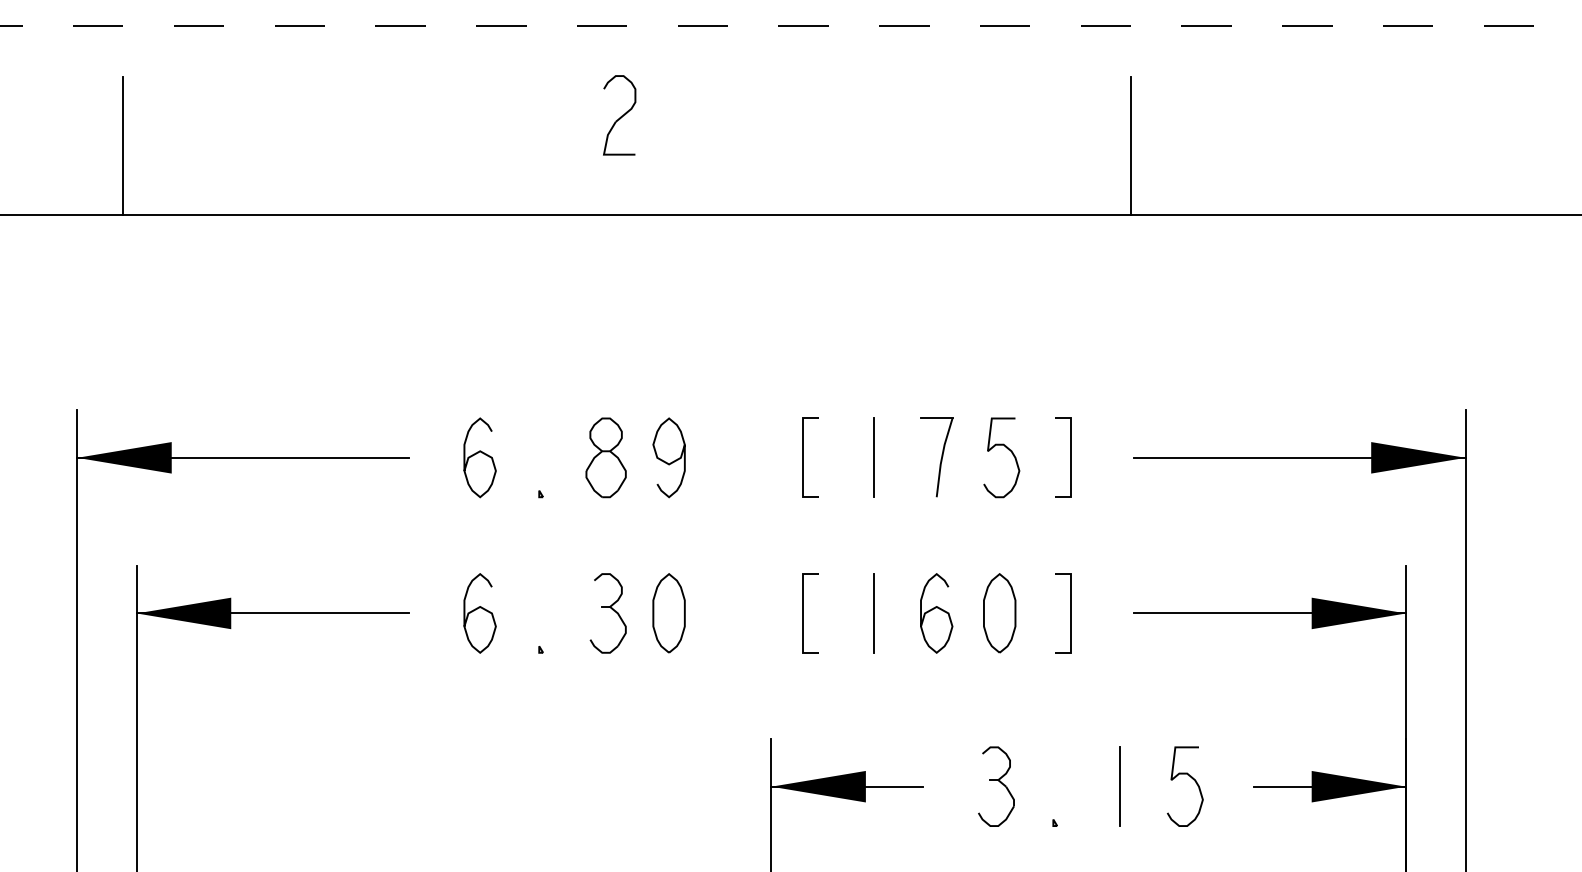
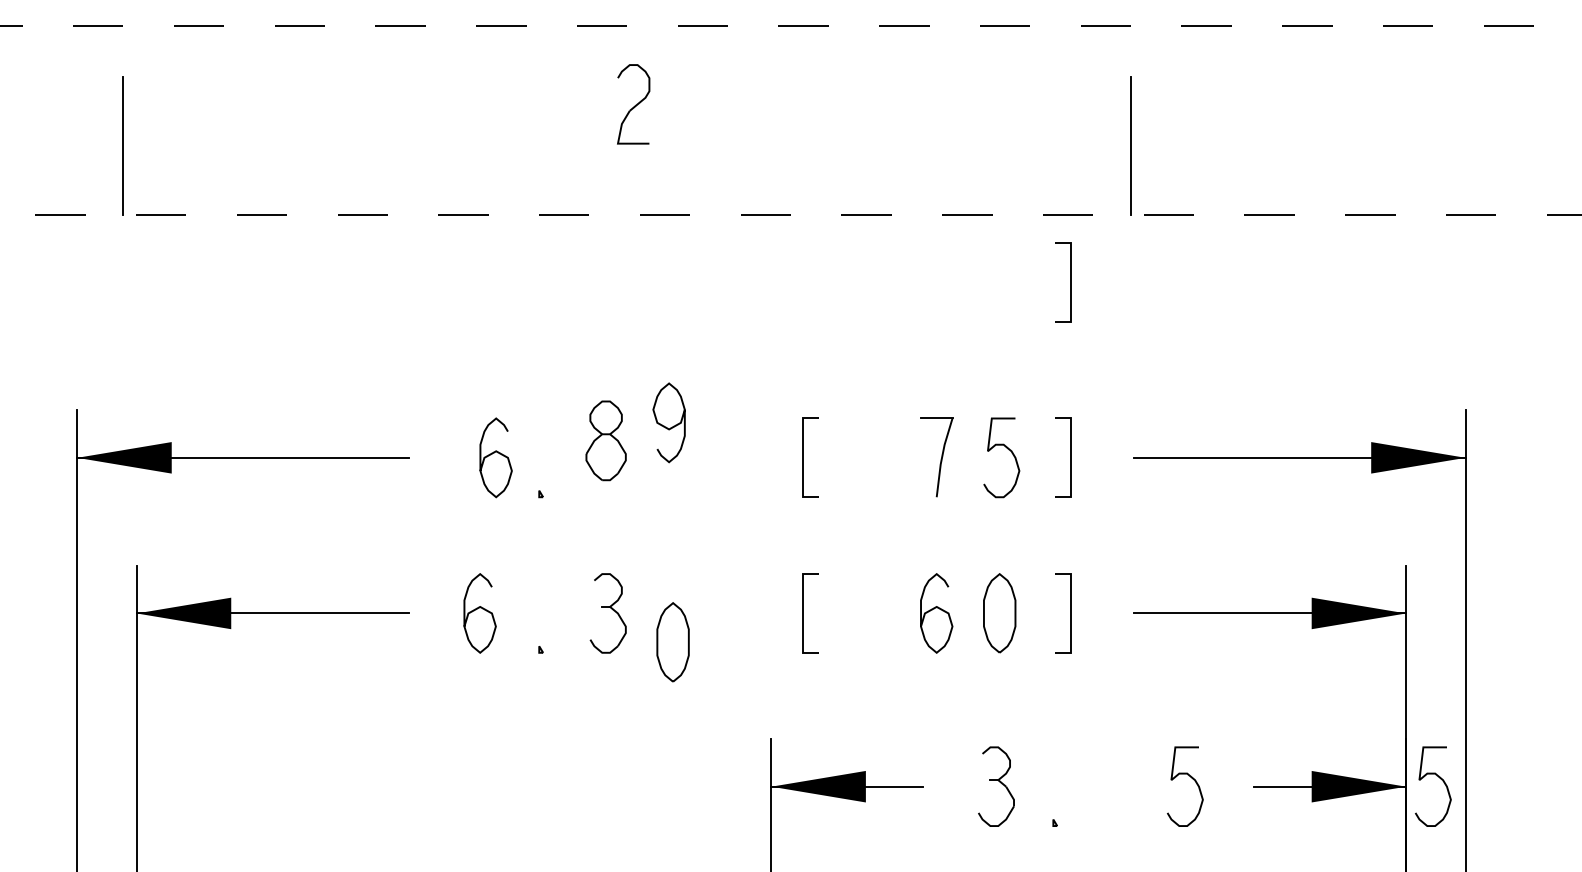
part at (619, 115) position: (619, 115) -> (633, 104)
line at (790, 215): solid -> dashed
line at (1070, 282): none -> present
curve at (478, 453) position: (478, 453) -> (494, 453)
part at (605, 457) position: (605, 457) -> (605, 440)
line at (873, 457): present -> none
curve at (666, 461) position: (666, 461) -> (666, 426)
part at (668, 613) position: (668, 613) -> (672, 642)
line at (873, 613): present -> none
curve at (1440, 779): none -> present
line at (1120, 786): present -> none
